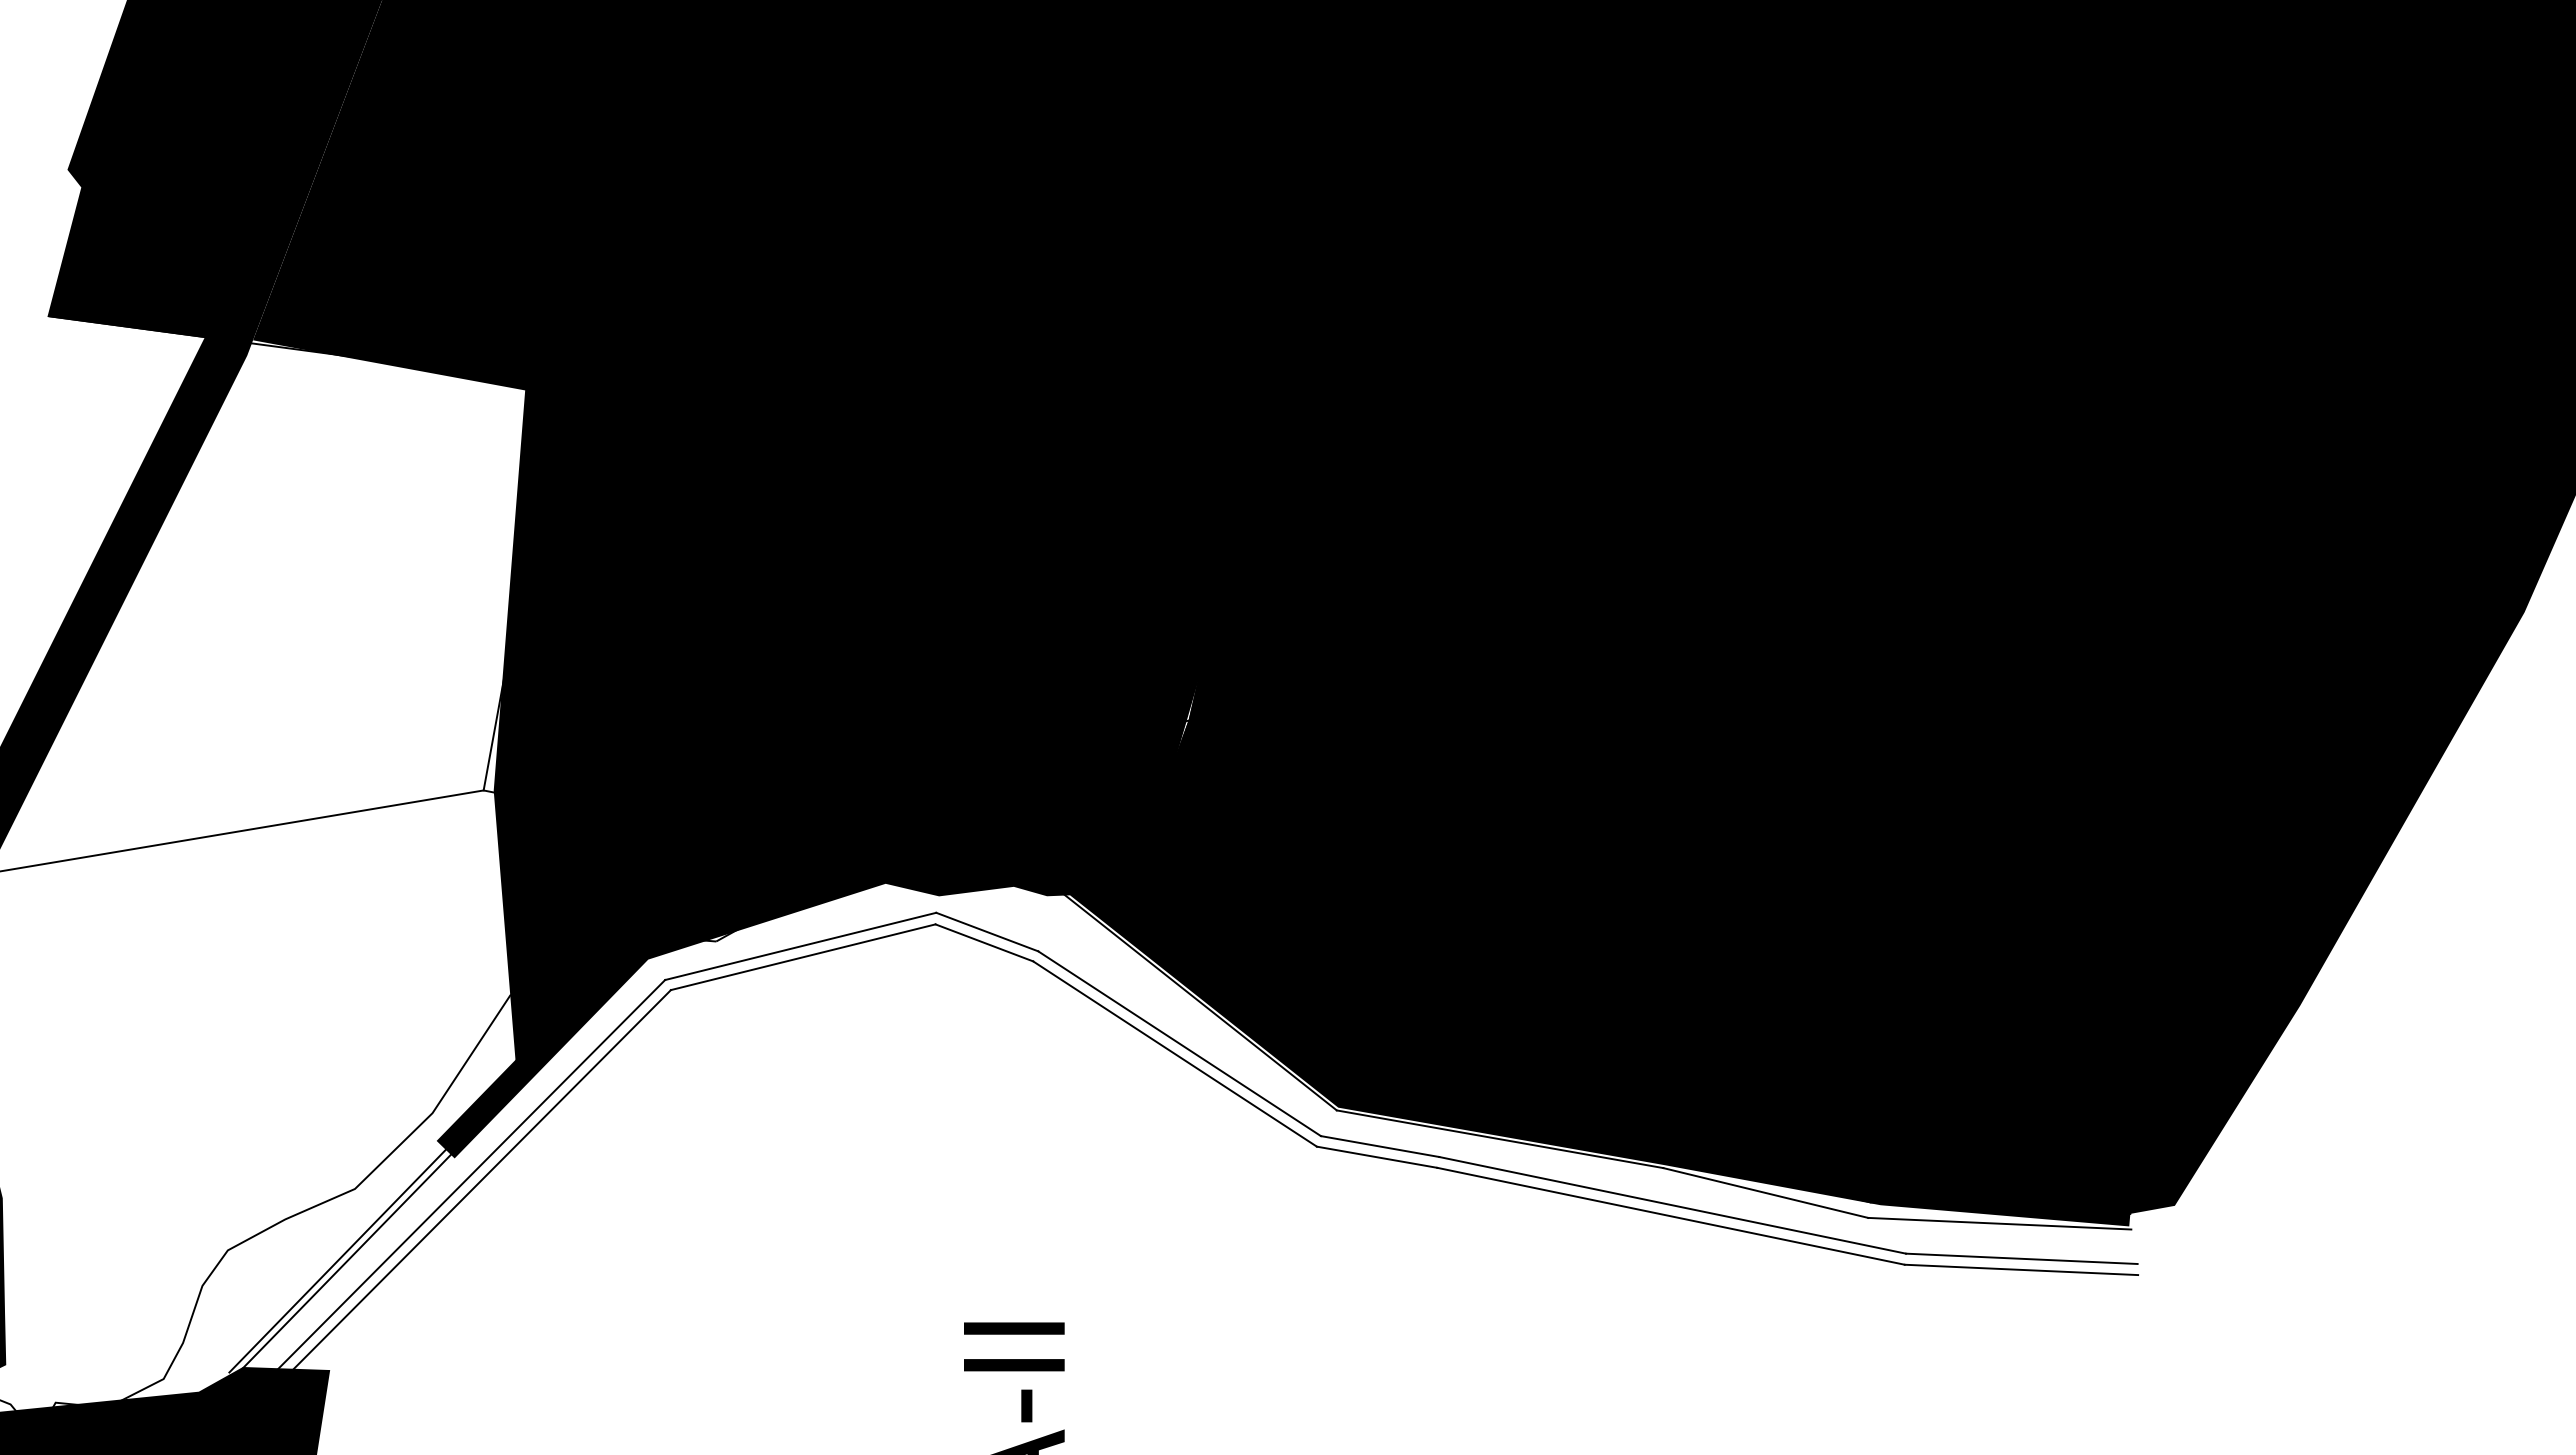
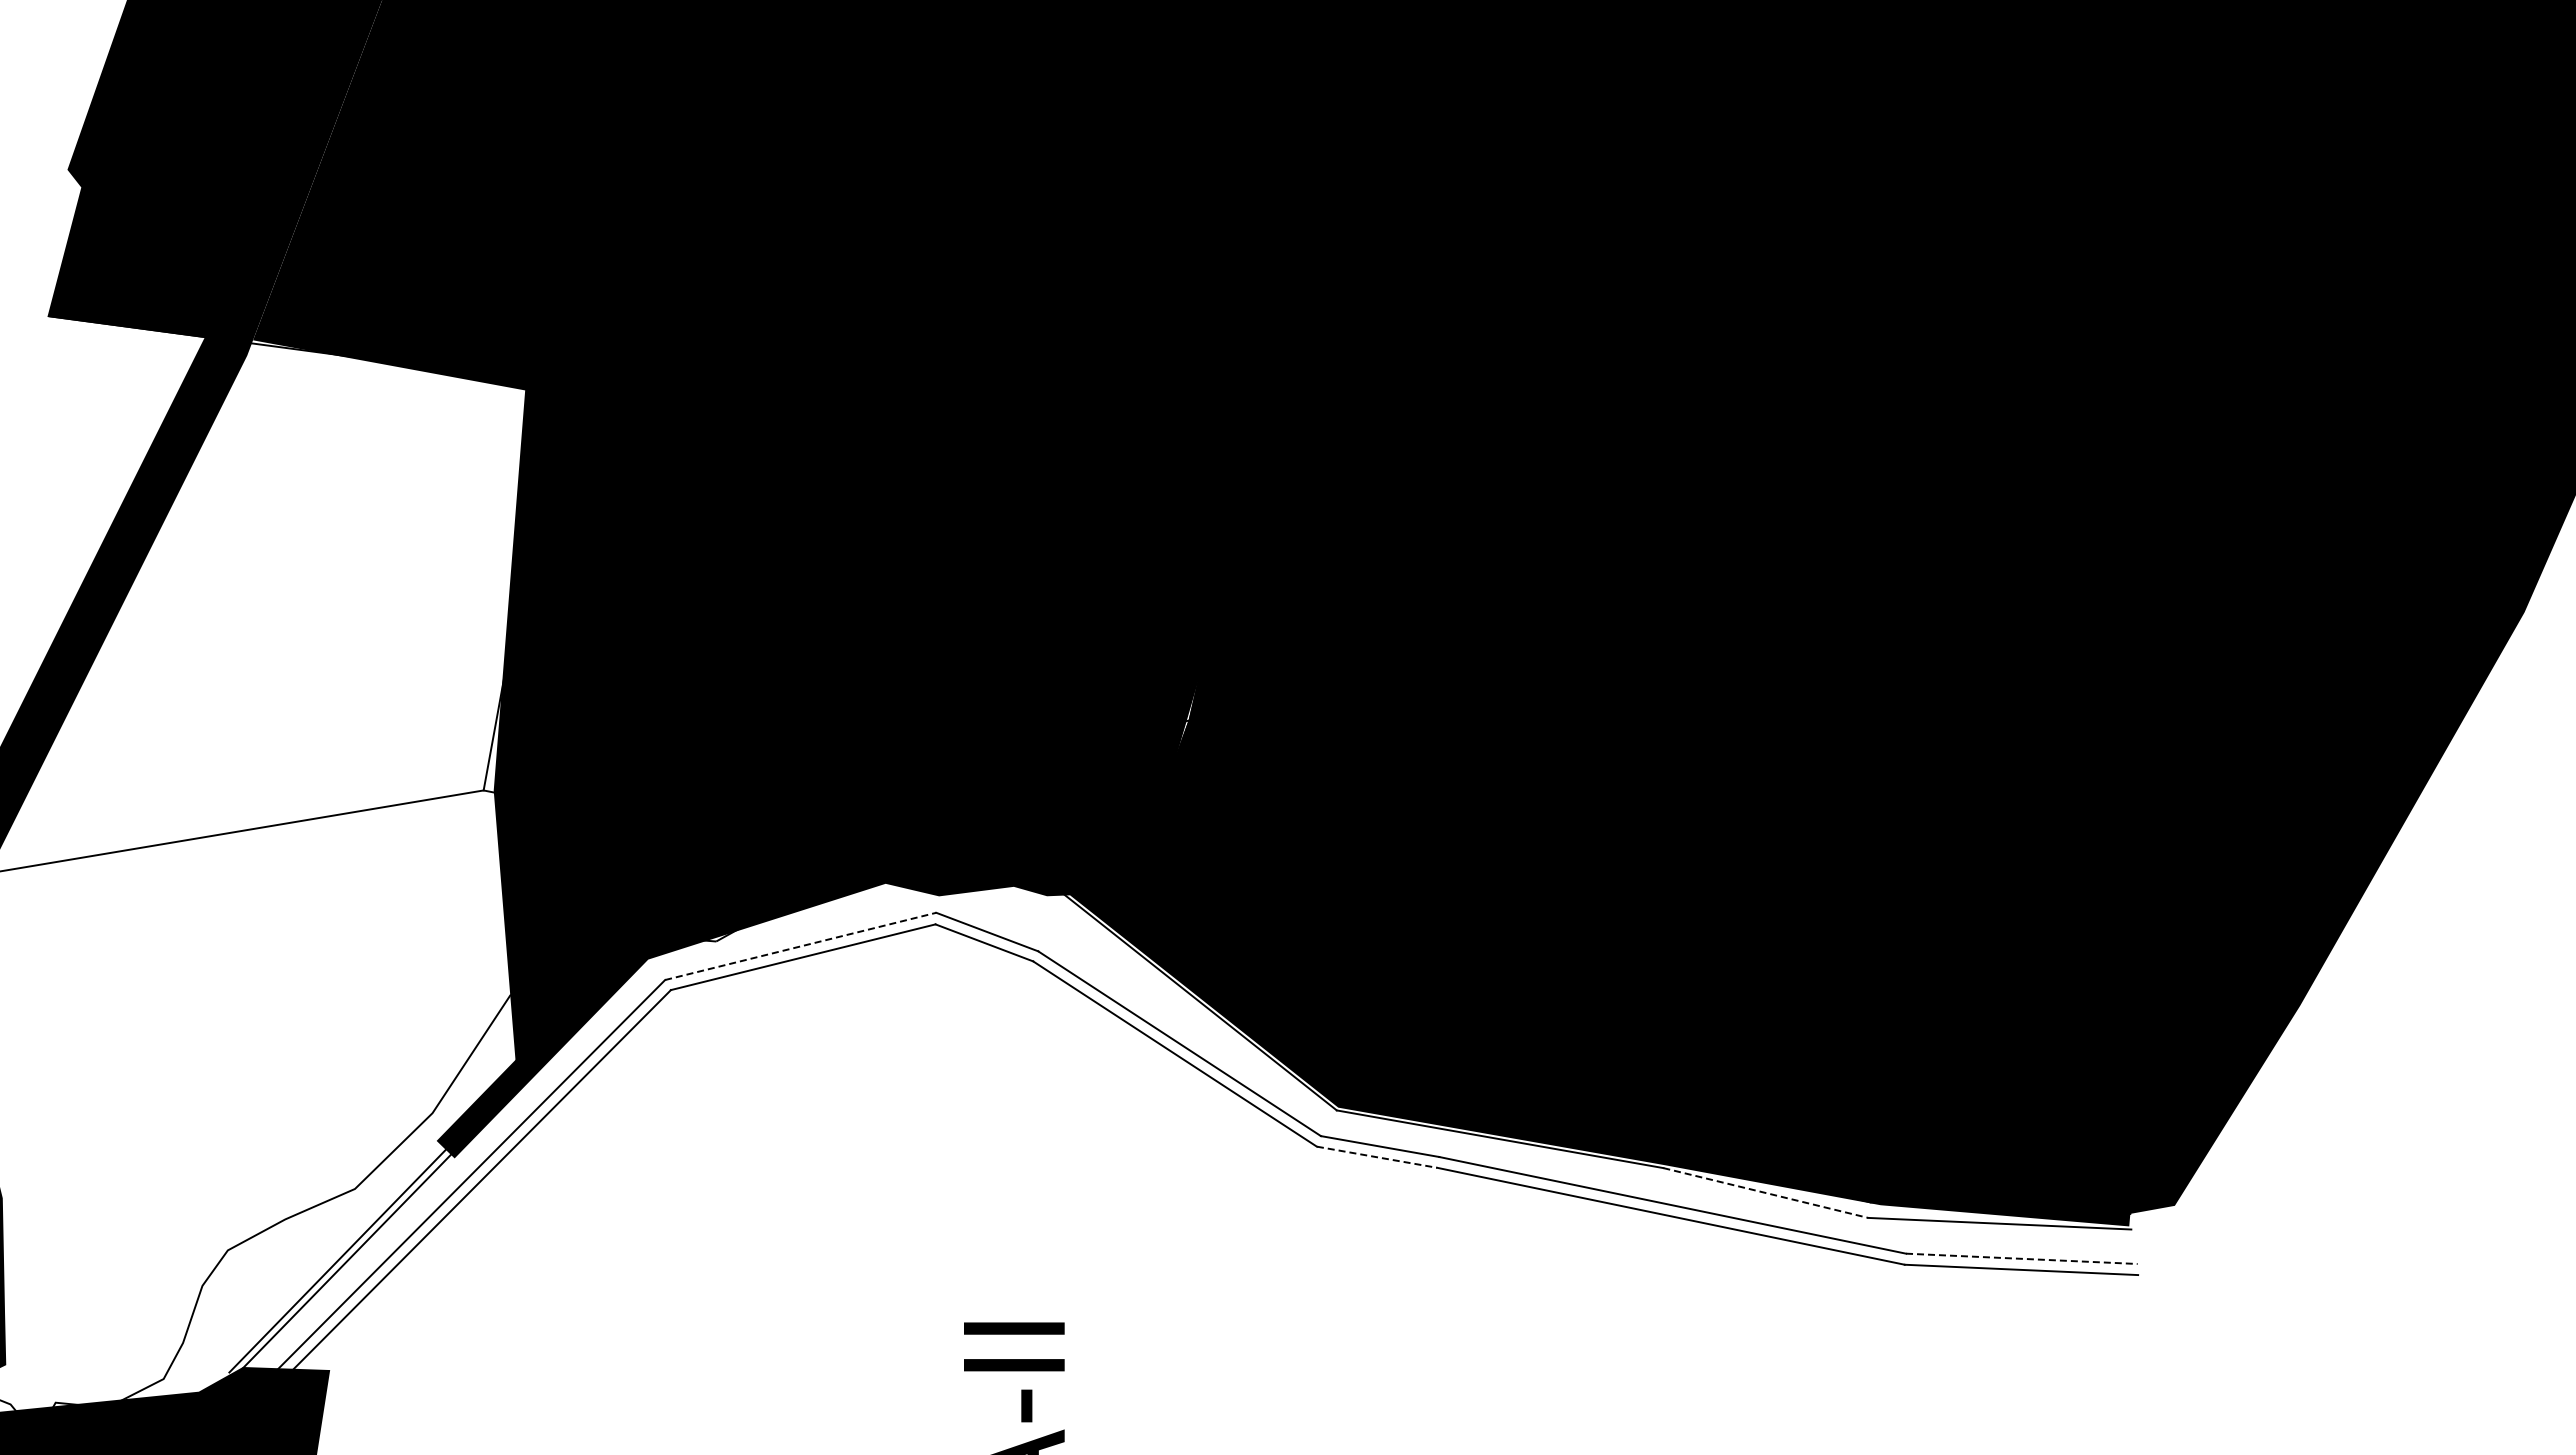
line at (800, 946): solid -> dashed
line at (1377, 1157): solid -> dashed
line at (1766, 1193): solid -> dashed
line at (2021, 1258): solid -> dashed
